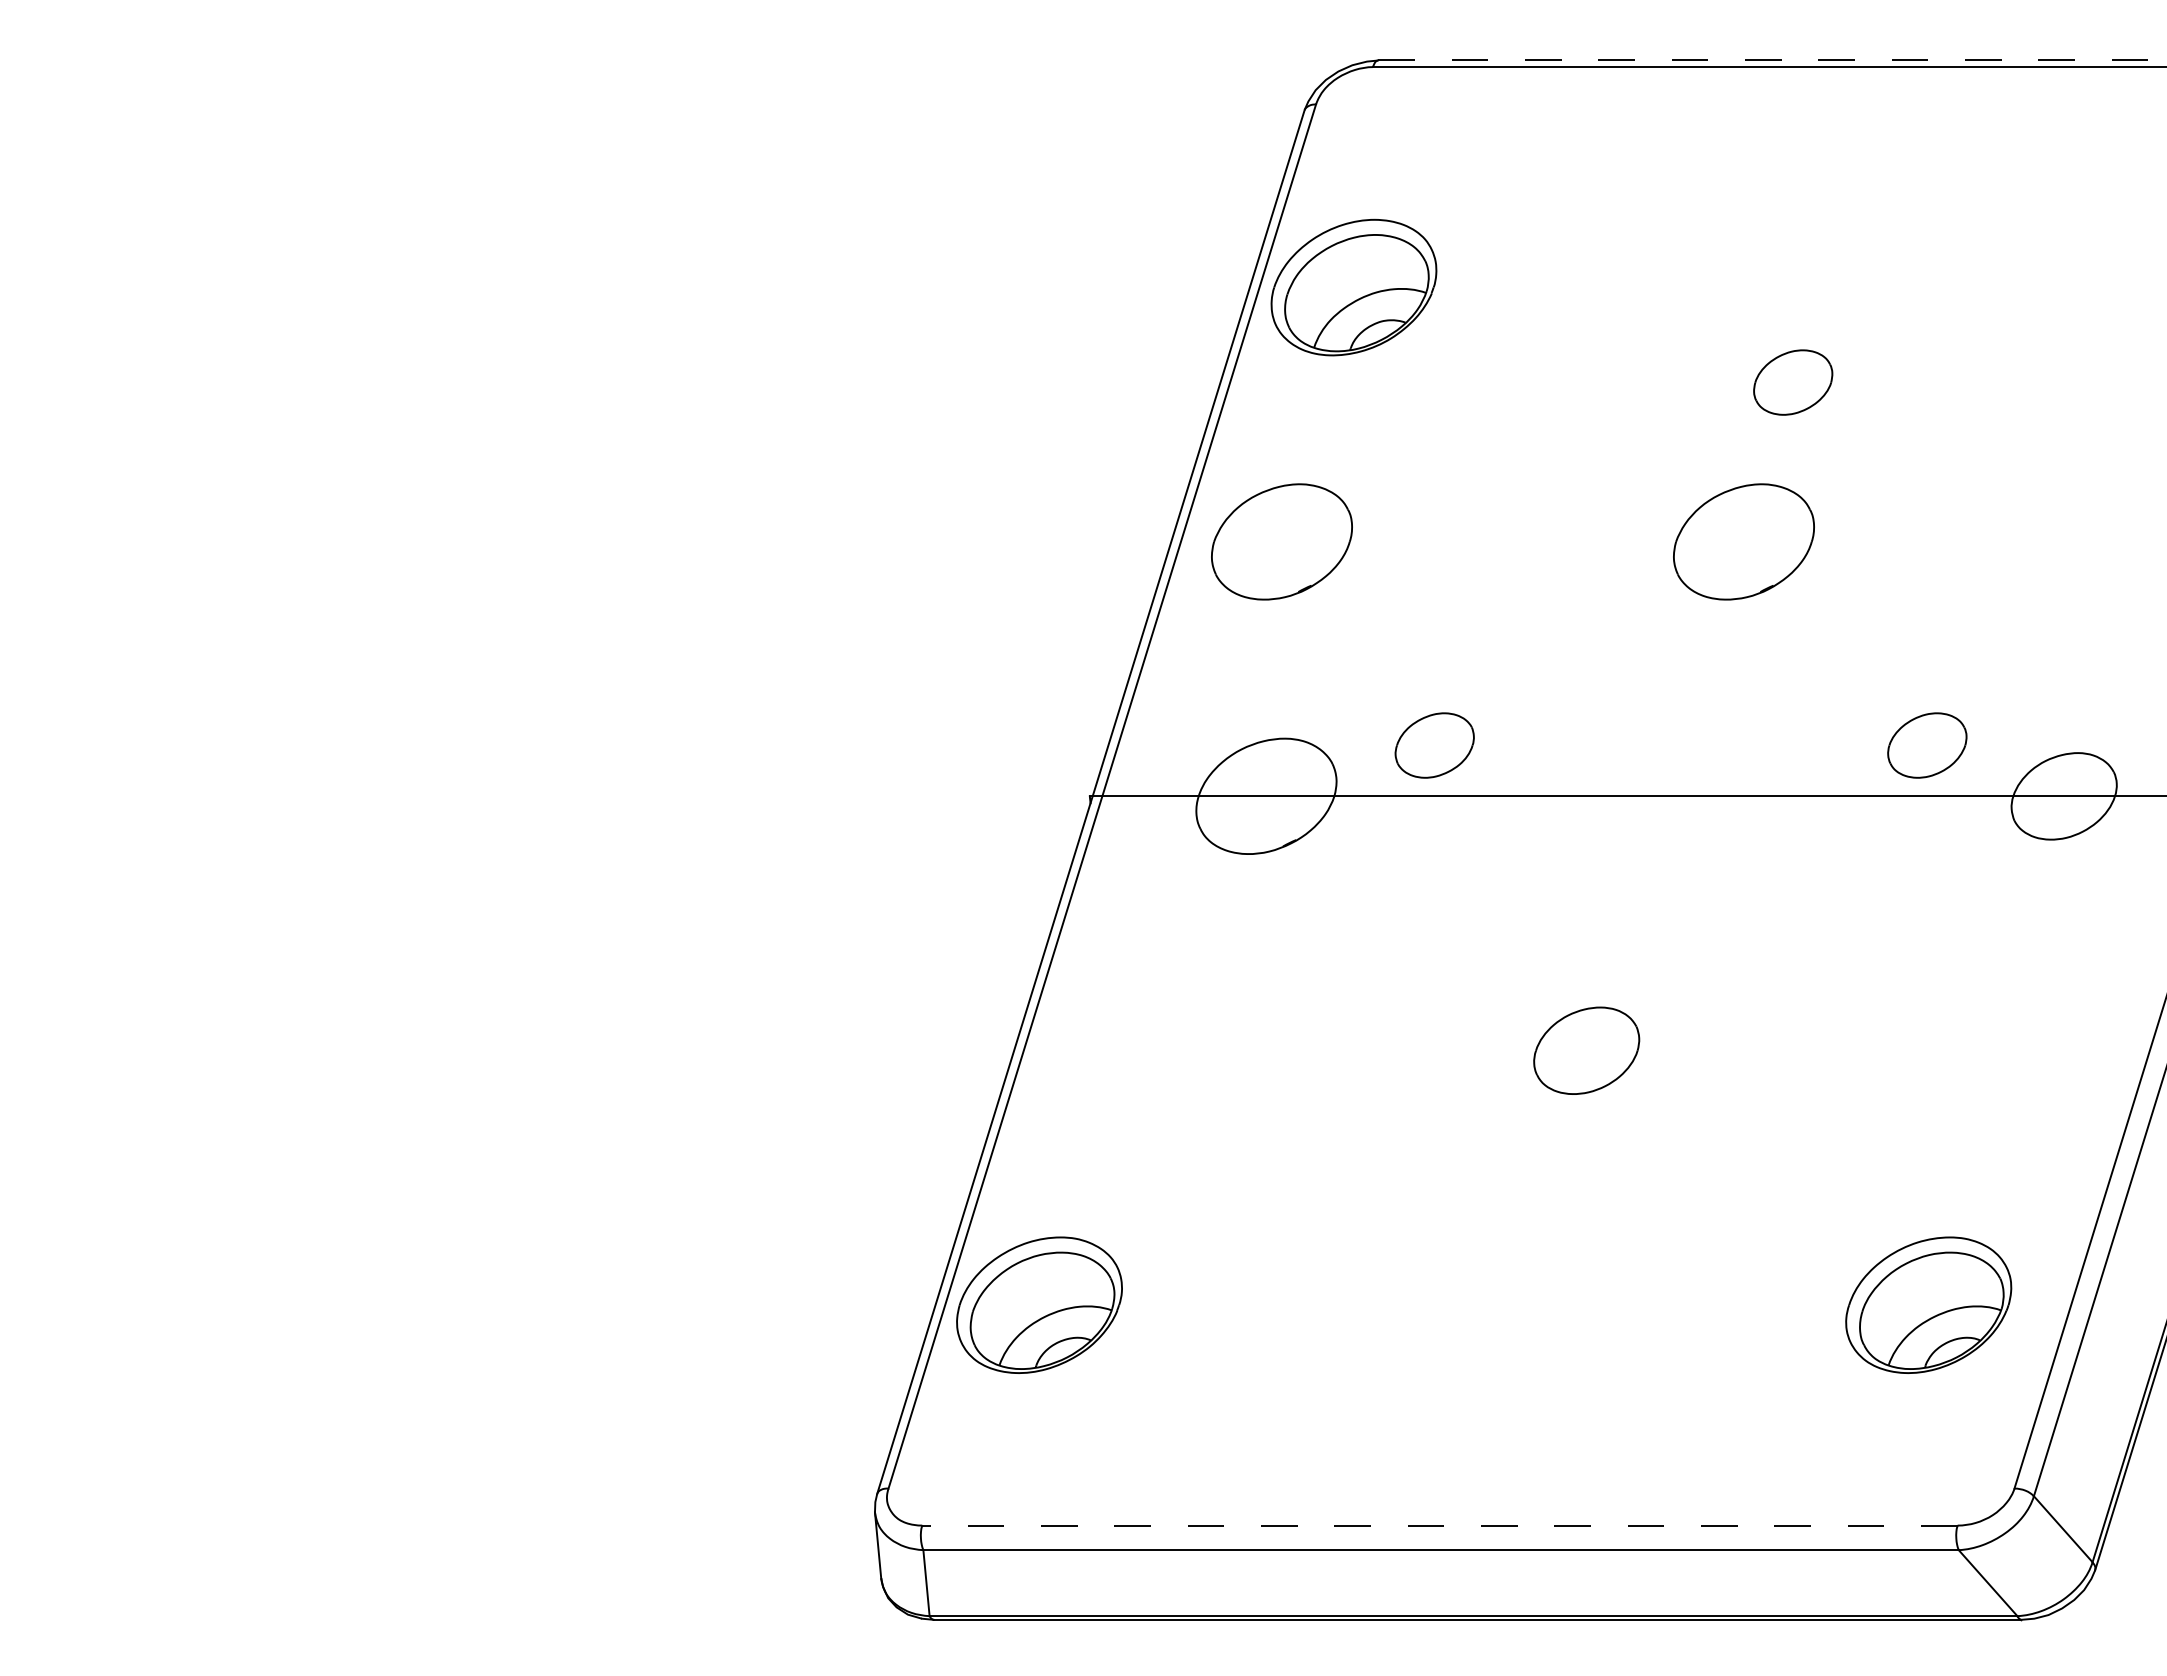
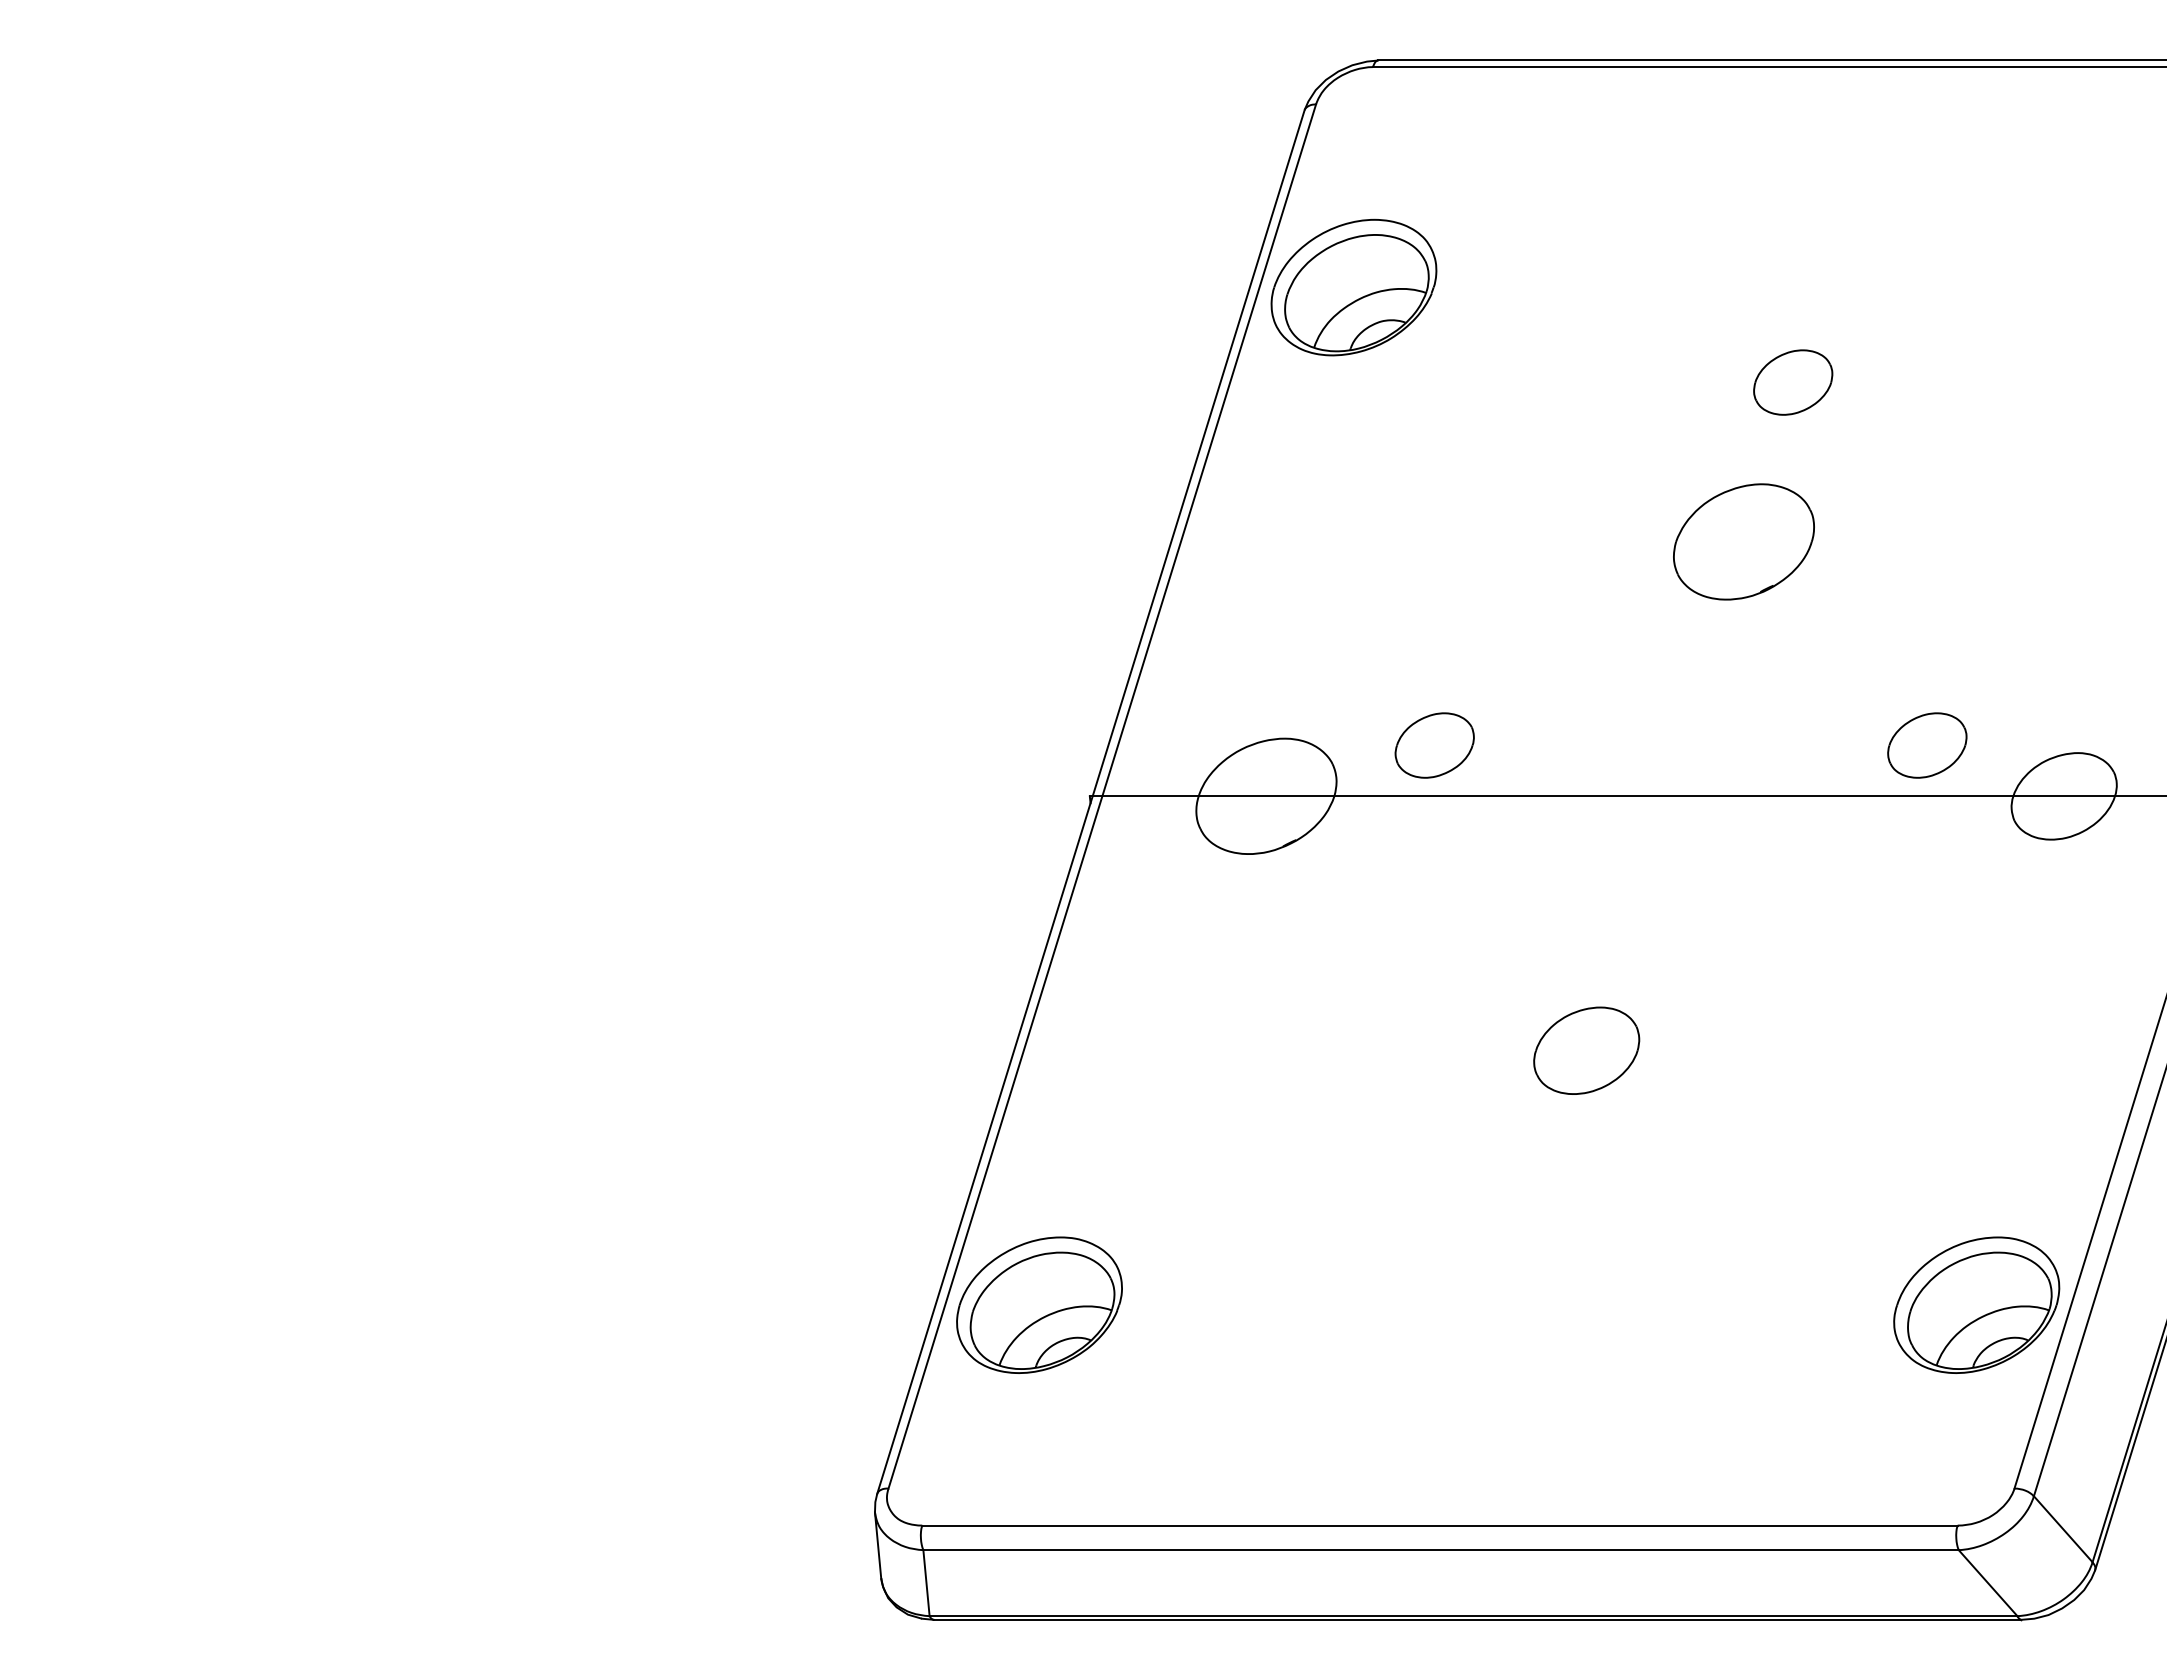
line at (1773, 60): dashed -> solid
part at (1281, 541): present -> none
part at (1928, 1304) position: (1928, 1304) -> (1976, 1304)
line at (1439, 1525): dashed -> solid
